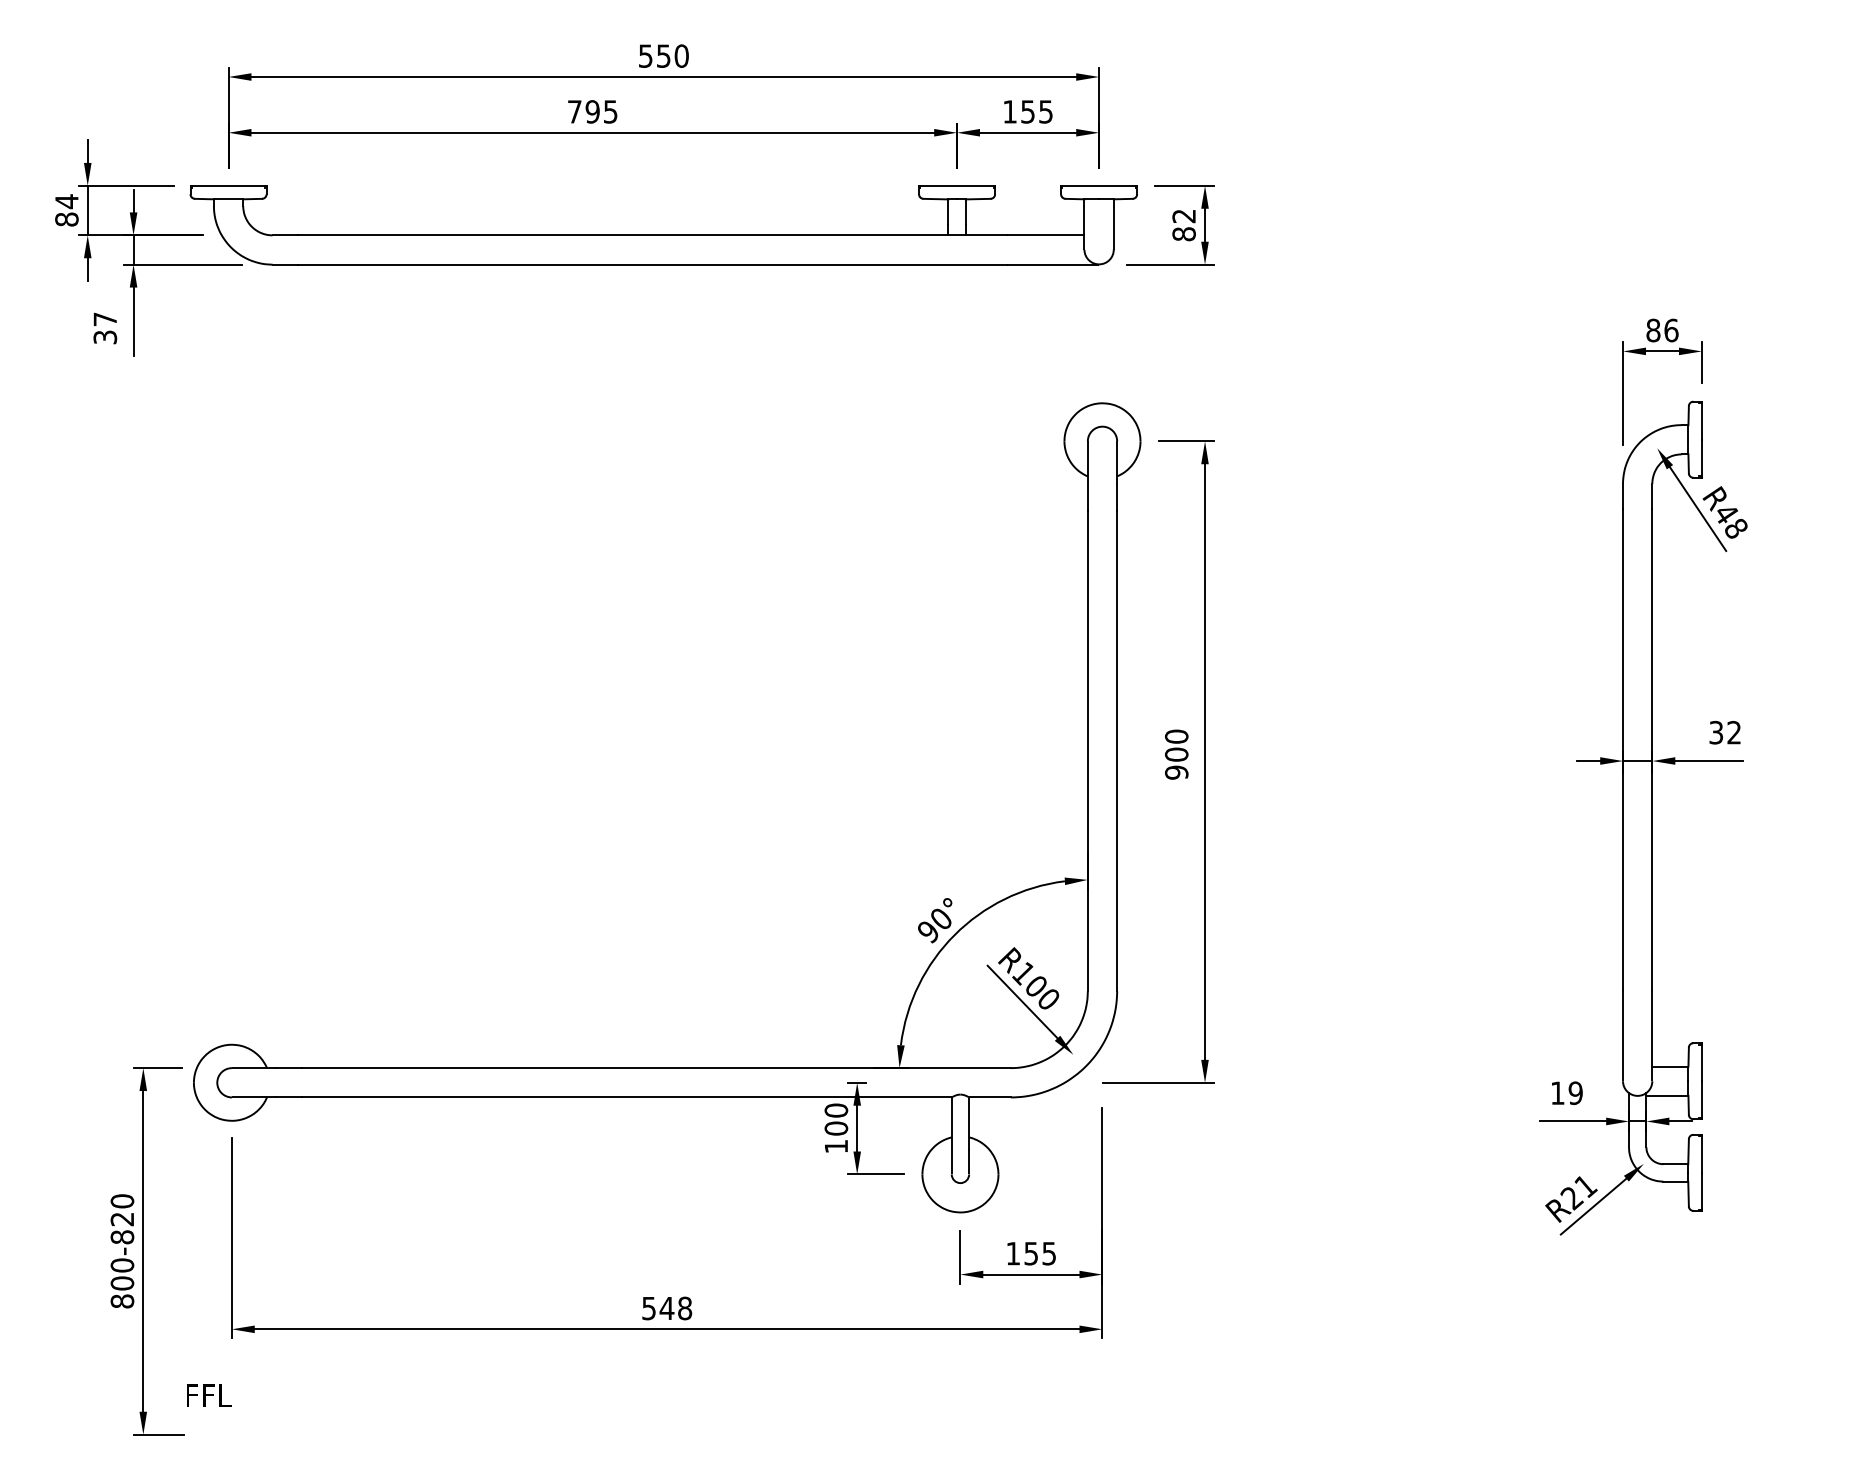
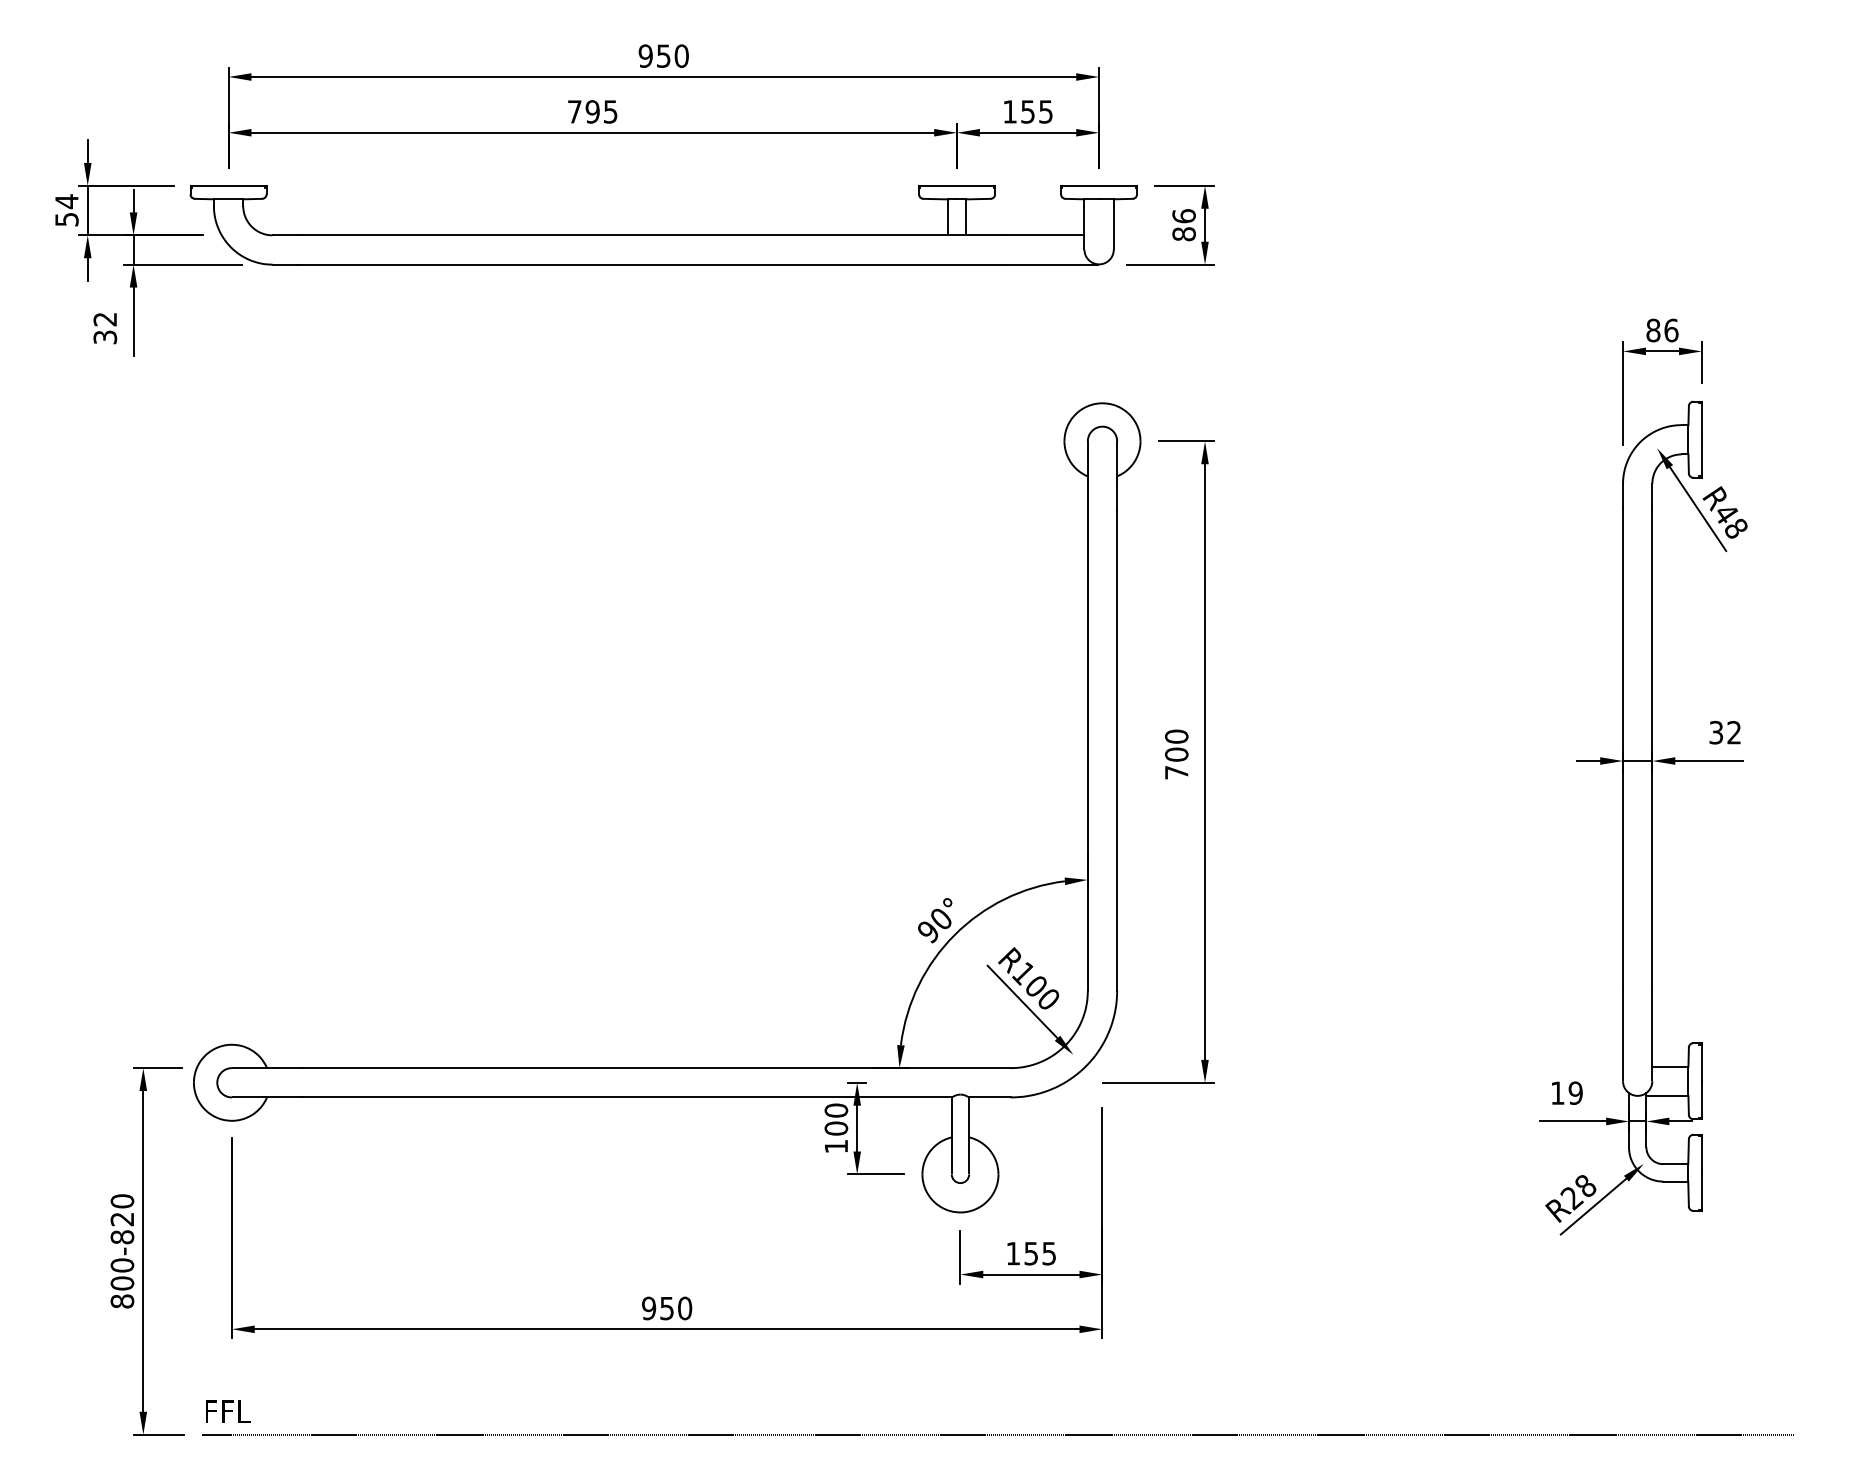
text at (645, 55): 550 -> 950
text at (1183, 216): 82 -> 86
text at (66, 219): 84 -> 54
text at (104, 319): 37 -> 32
text at (1176, 772): 900 -> 700
text at (1585, 1186): R21 -> R28
text at (667, 1308): 548 -> 950
text at (209, 1395) position: (209, 1395) -> (228, 1411)
line at (997, 1434): none -> present
